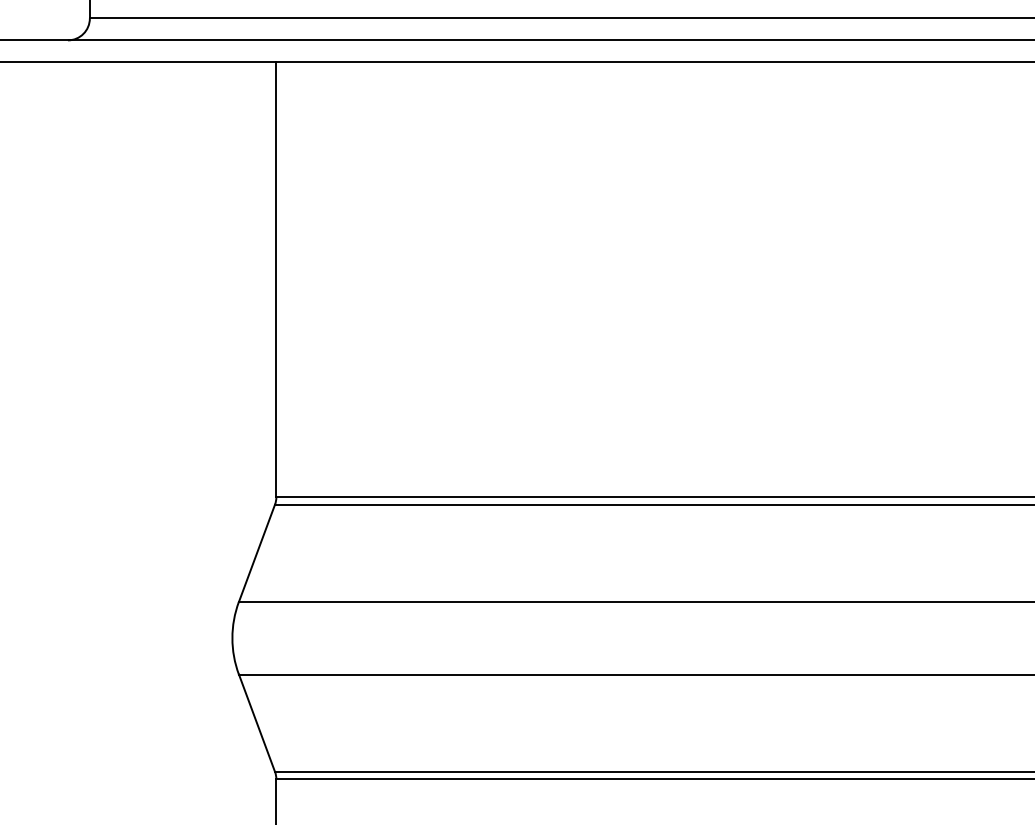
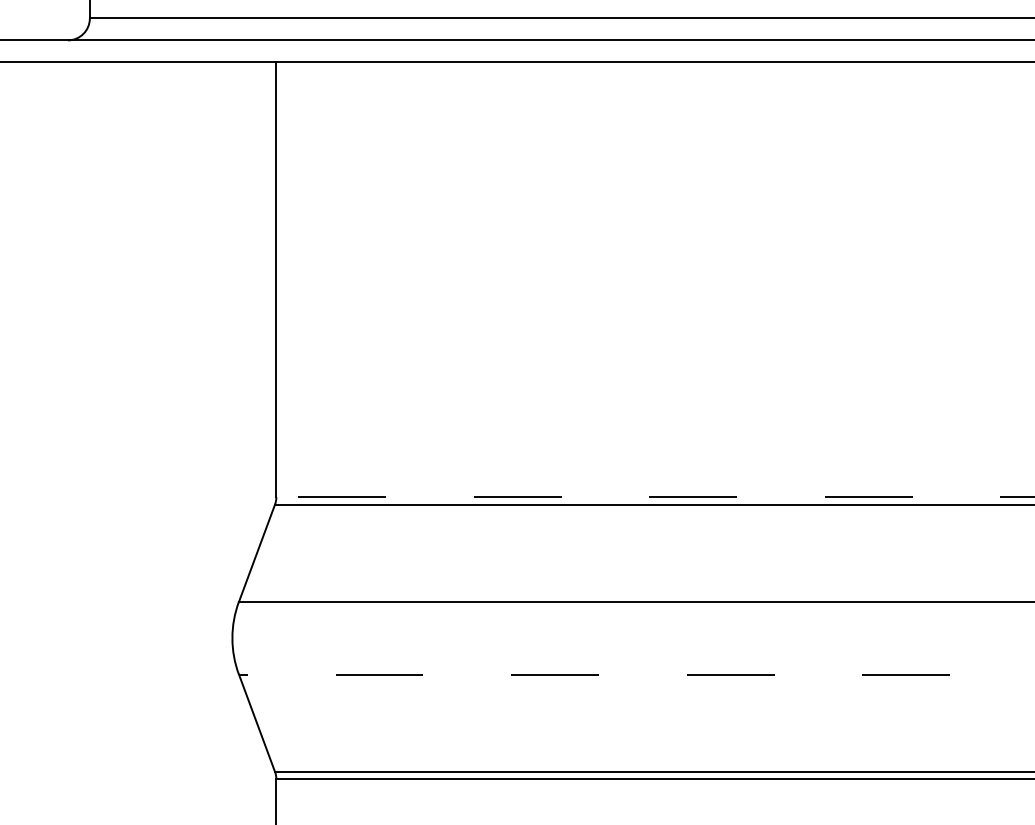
line at (655, 497): solid -> dashed
line at (636, 674): solid -> dashed
